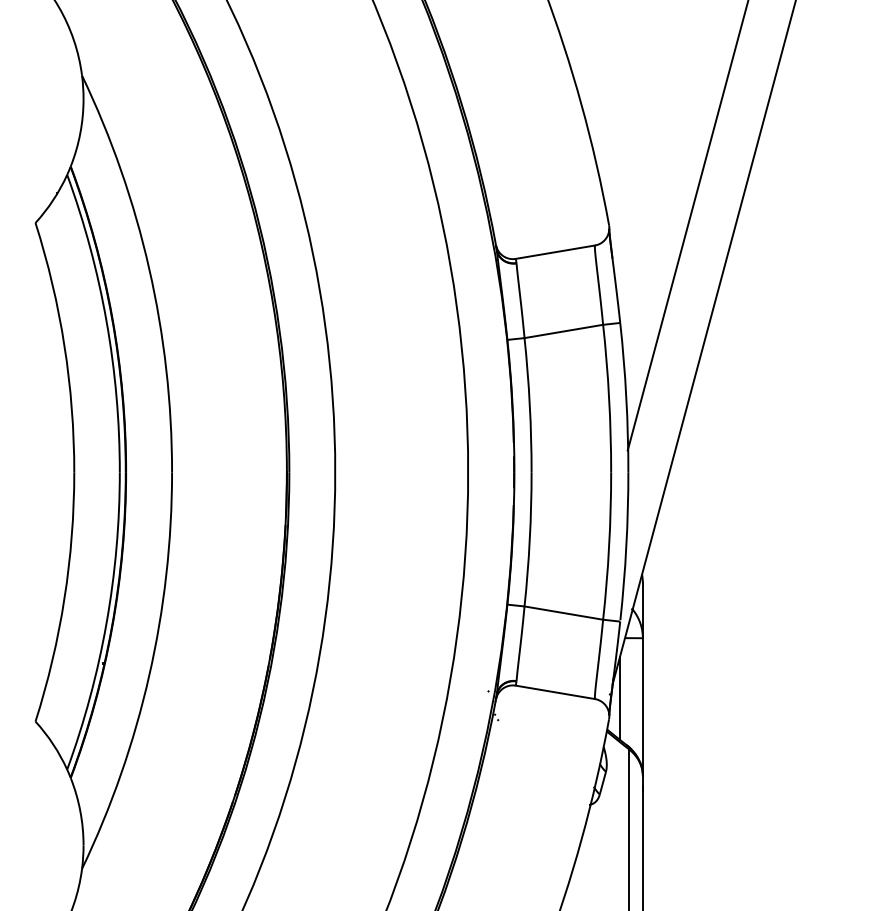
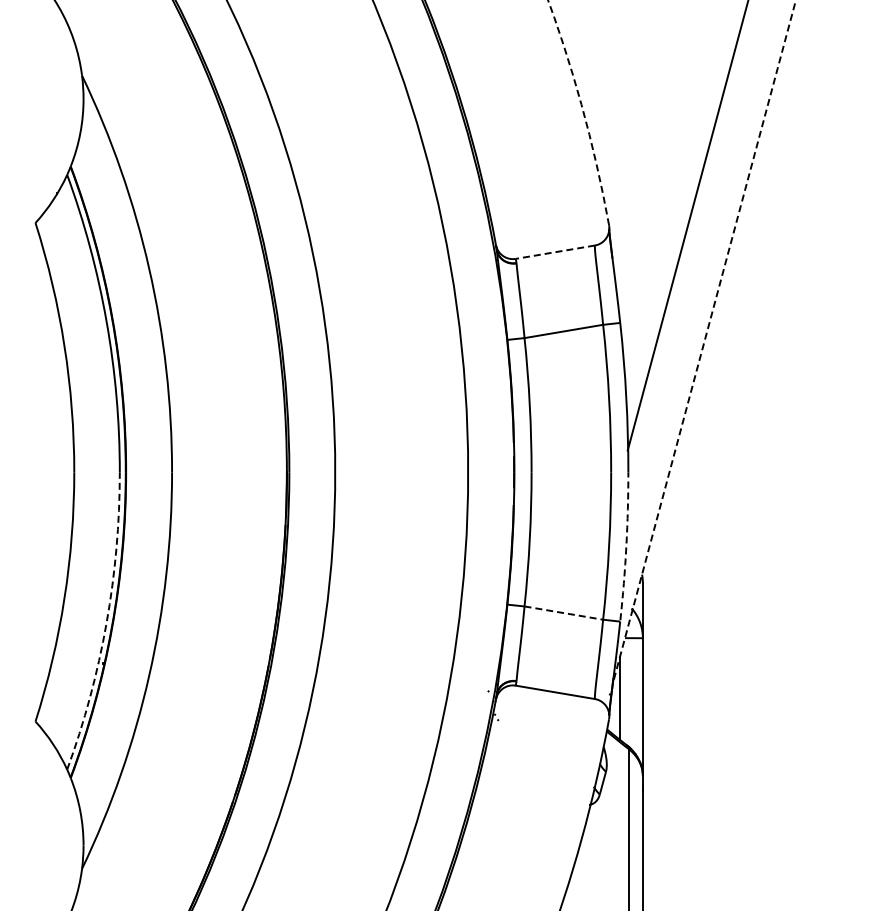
arc at (583, 111): solid -> dashed
line at (554, 252): solid -> dashed
line at (704, 342): solid -> dashed
arc at (626, 546): solid -> dashed
line at (563, 613): solid -> dashed
arc at (106, 623): solid -> dashed
